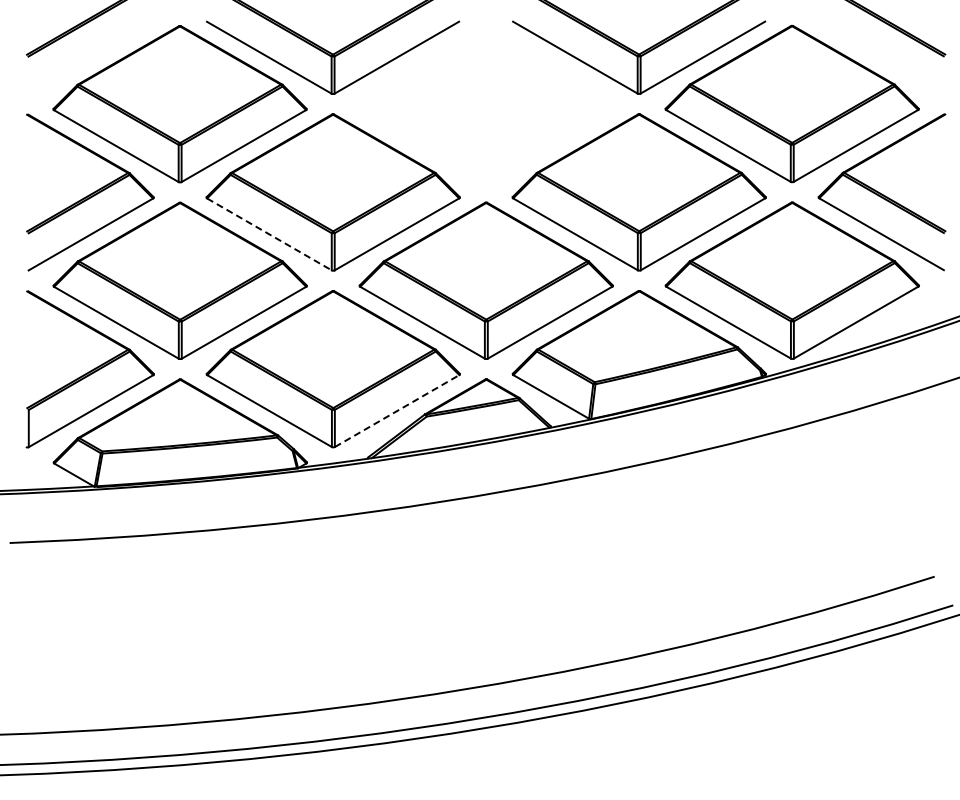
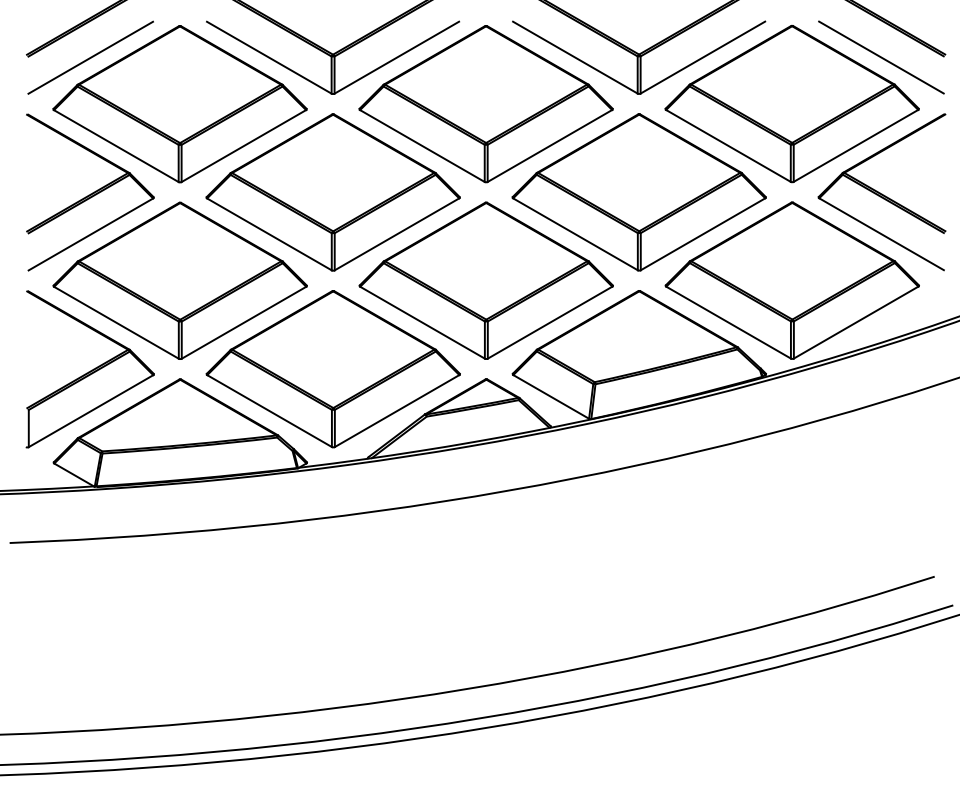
line at (90, 57): none -> present
line at (881, 57): none -> present
part at (485, 104): none -> present
line at (269, 234): dashed -> solid
line at (397, 411): dashed -> solid
